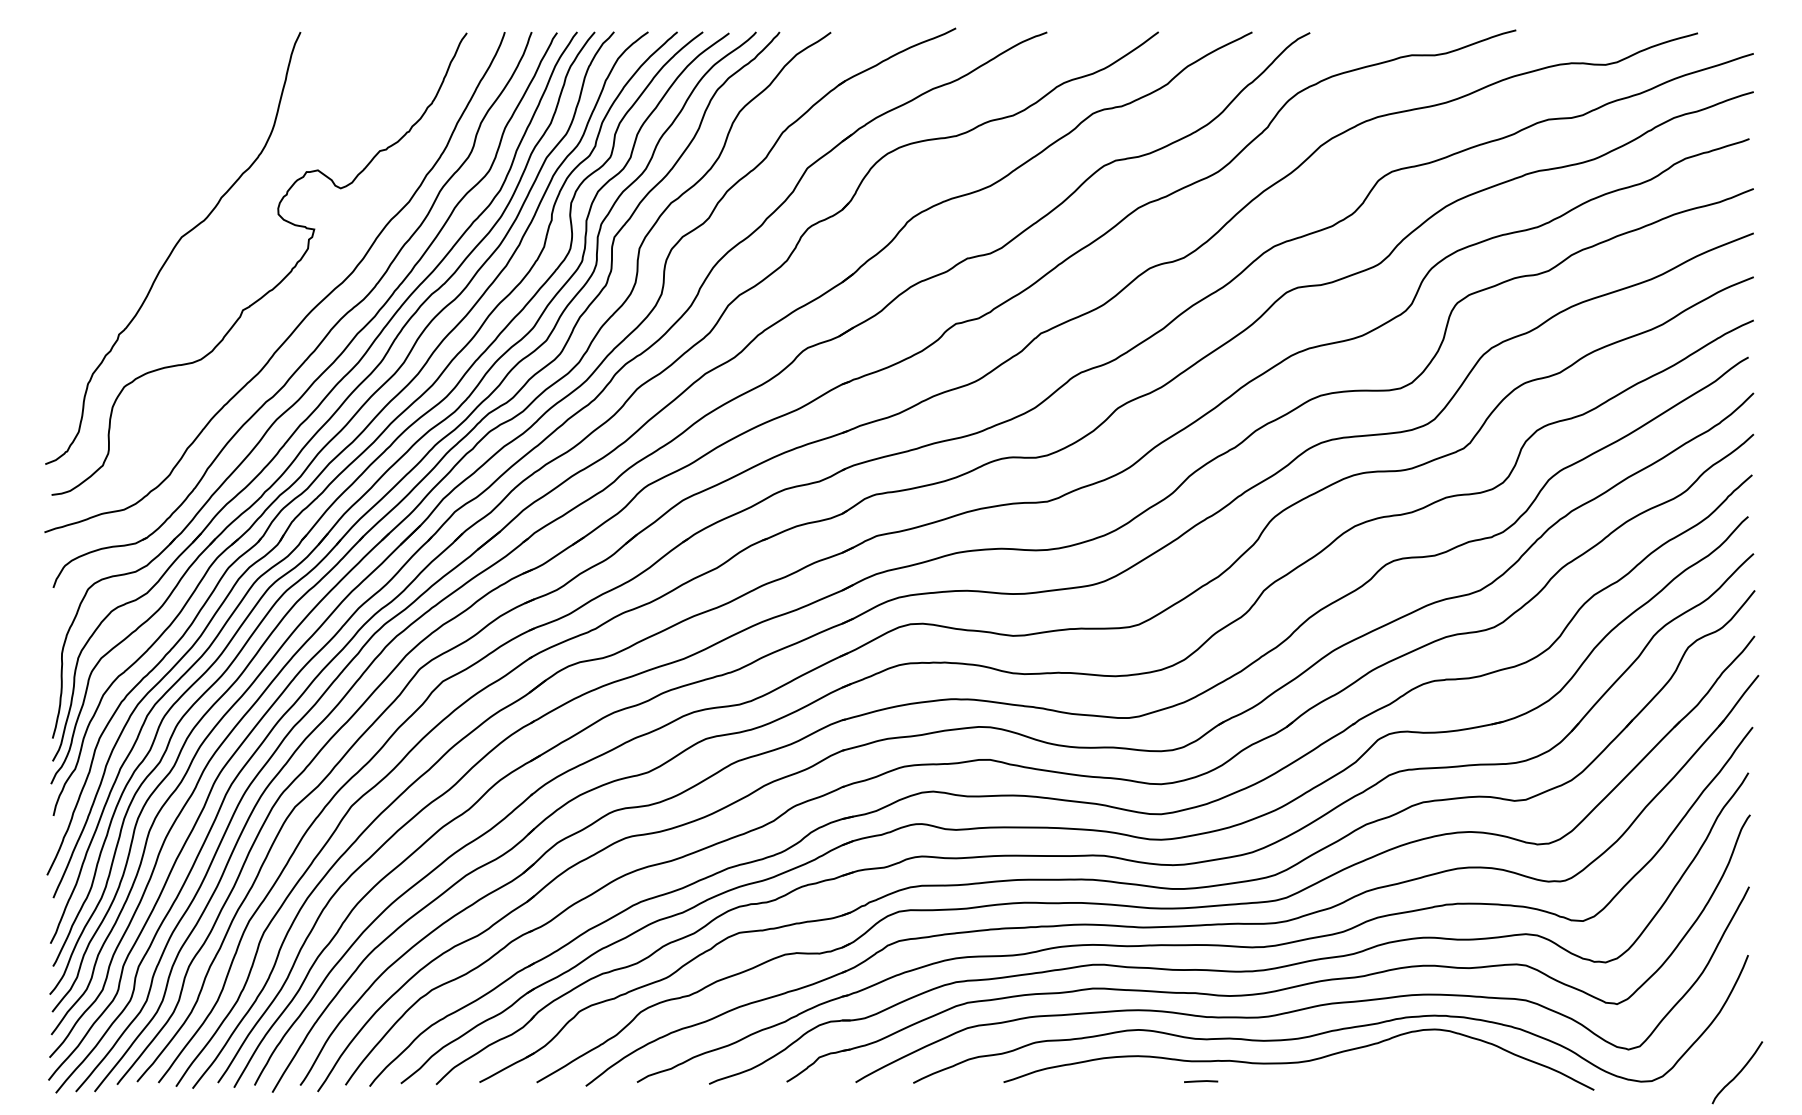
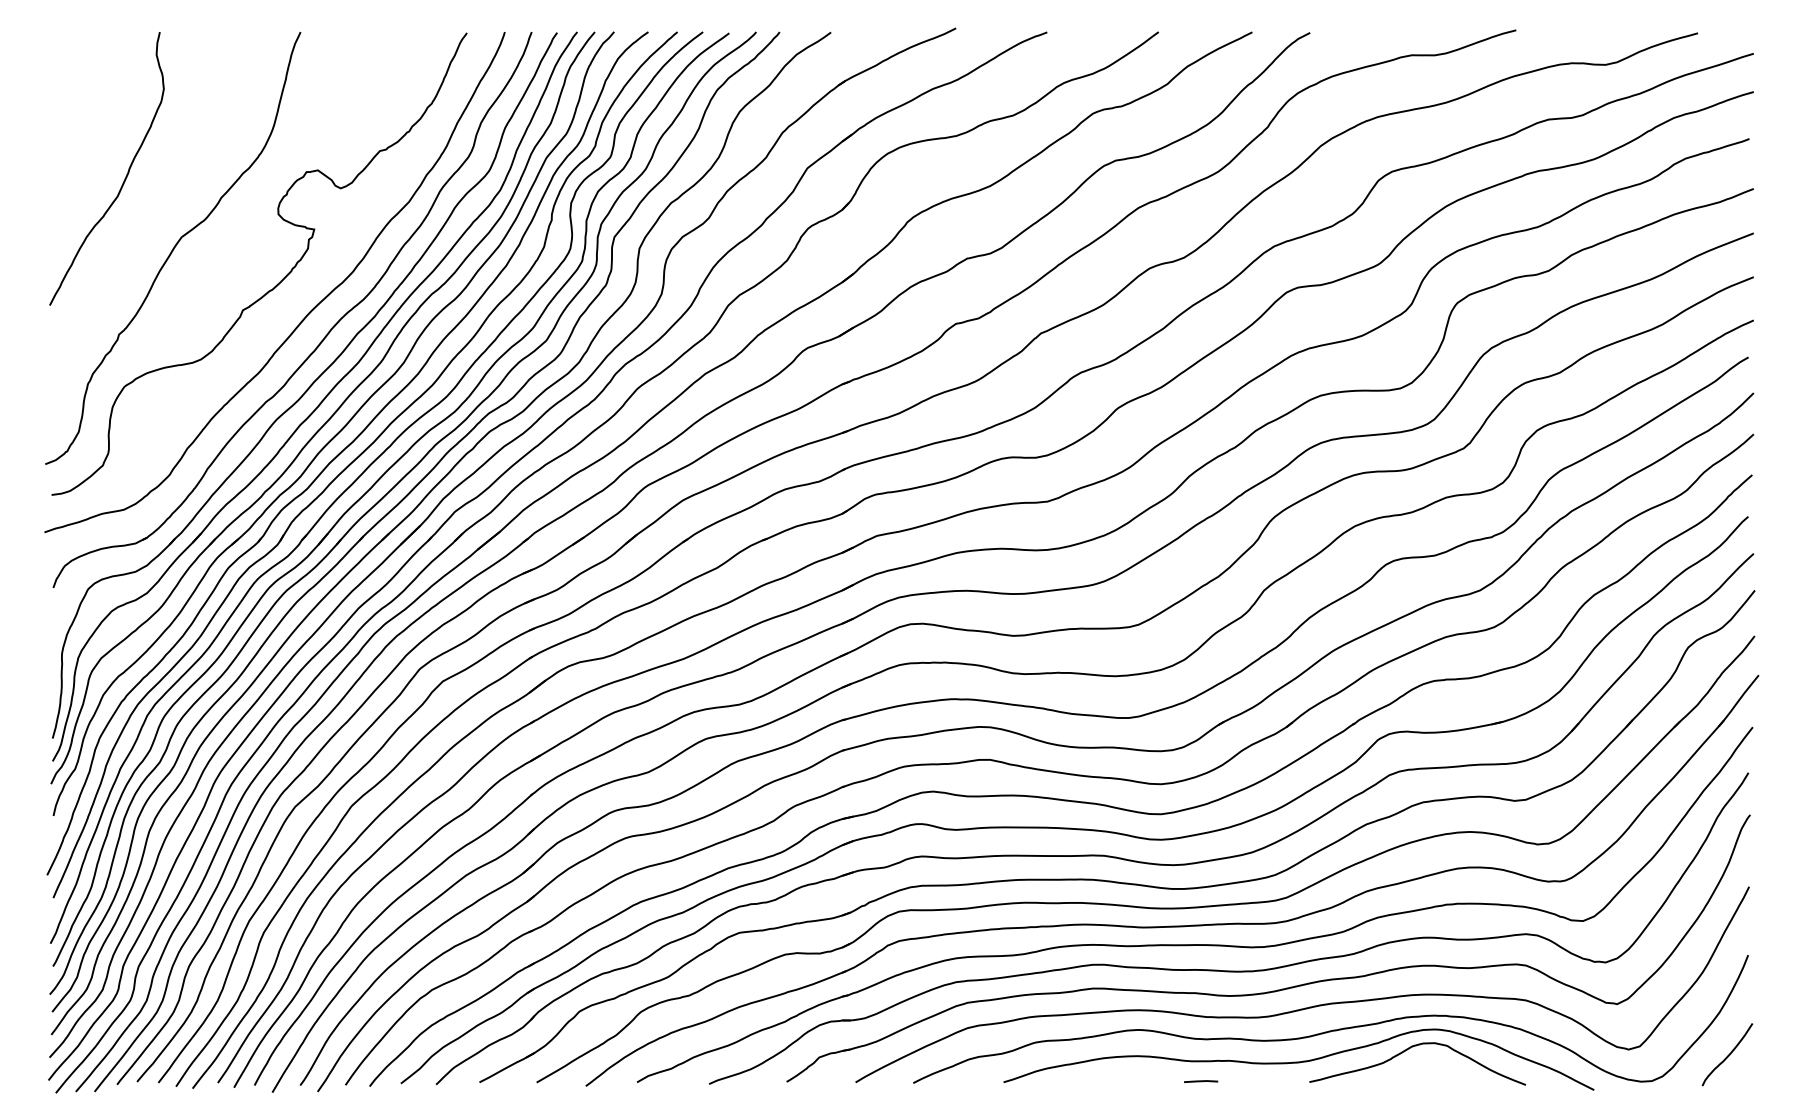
curve at (124, 178): none -> present
curve at (1409, 1049): none -> present
curve at (1738, 1072) position: (1738, 1072) -> (1728, 1054)
